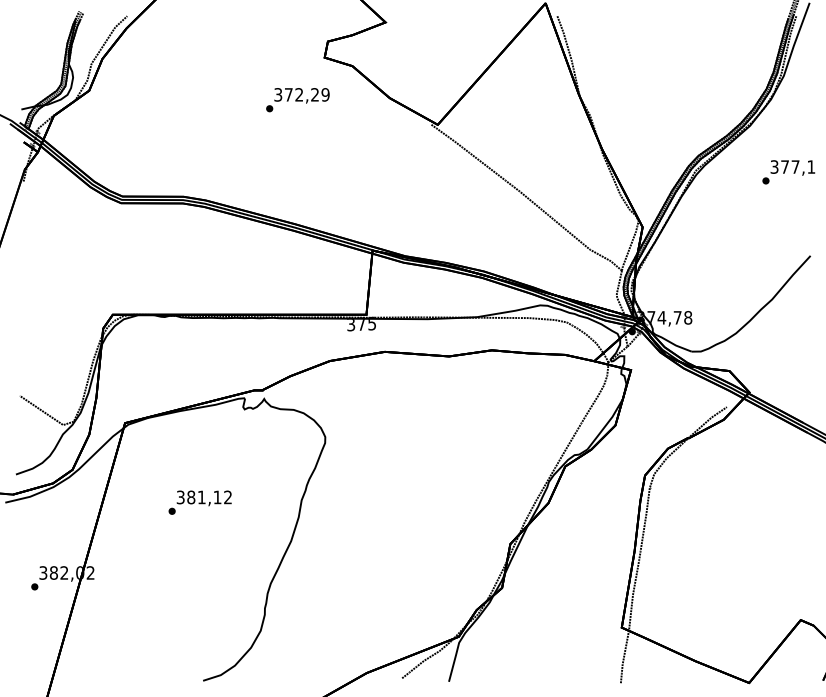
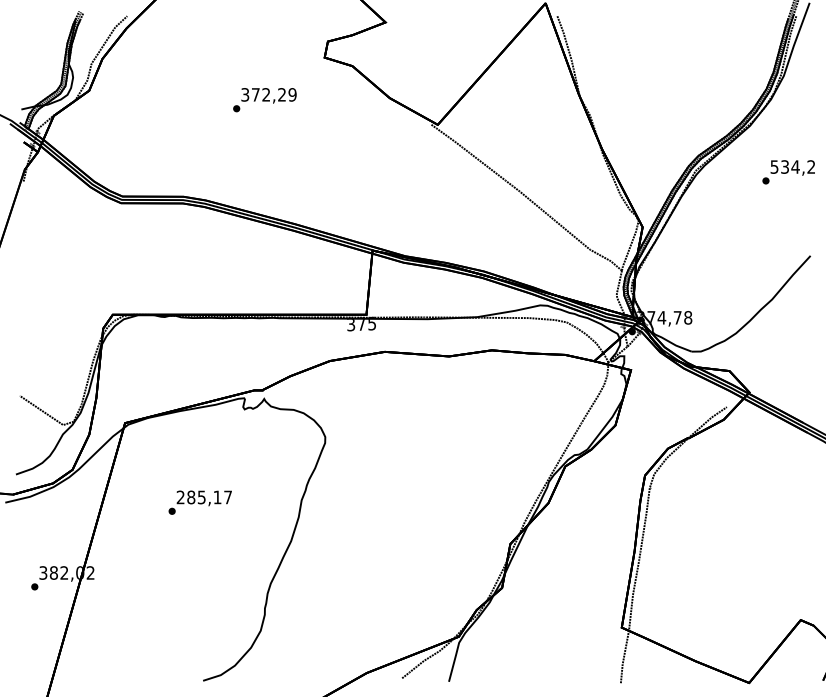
text at (297, 100) position: (297, 100) -> (264, 100)
text at (793, 166): 377,1 -> 534,2
text at (203, 497): 381,12 -> 285,17
